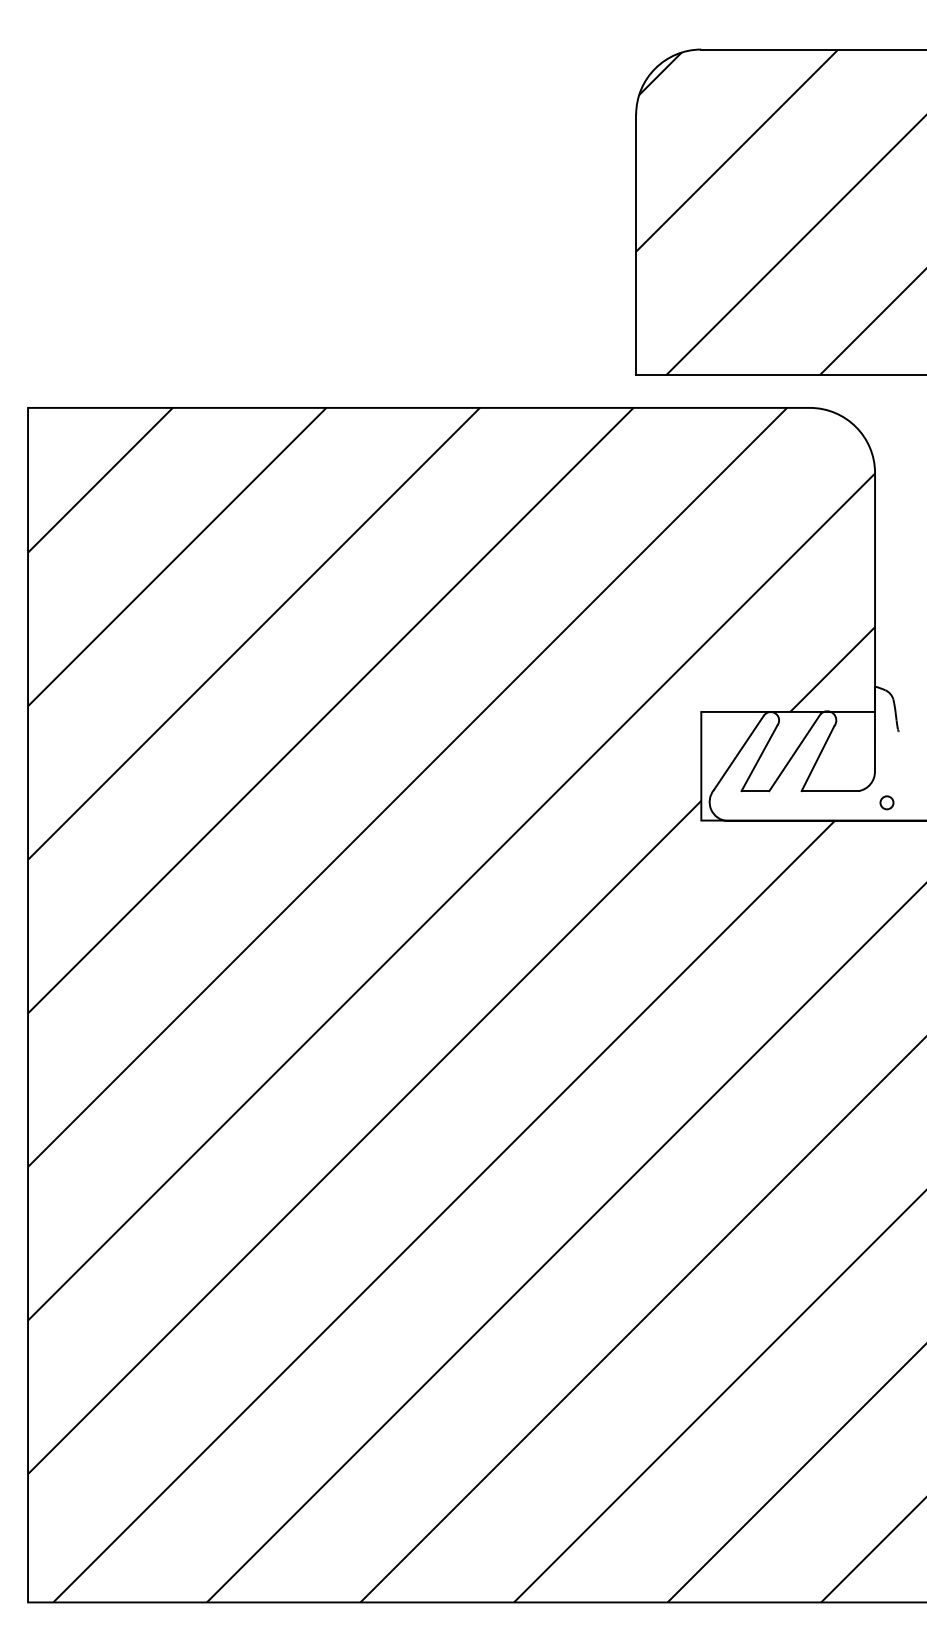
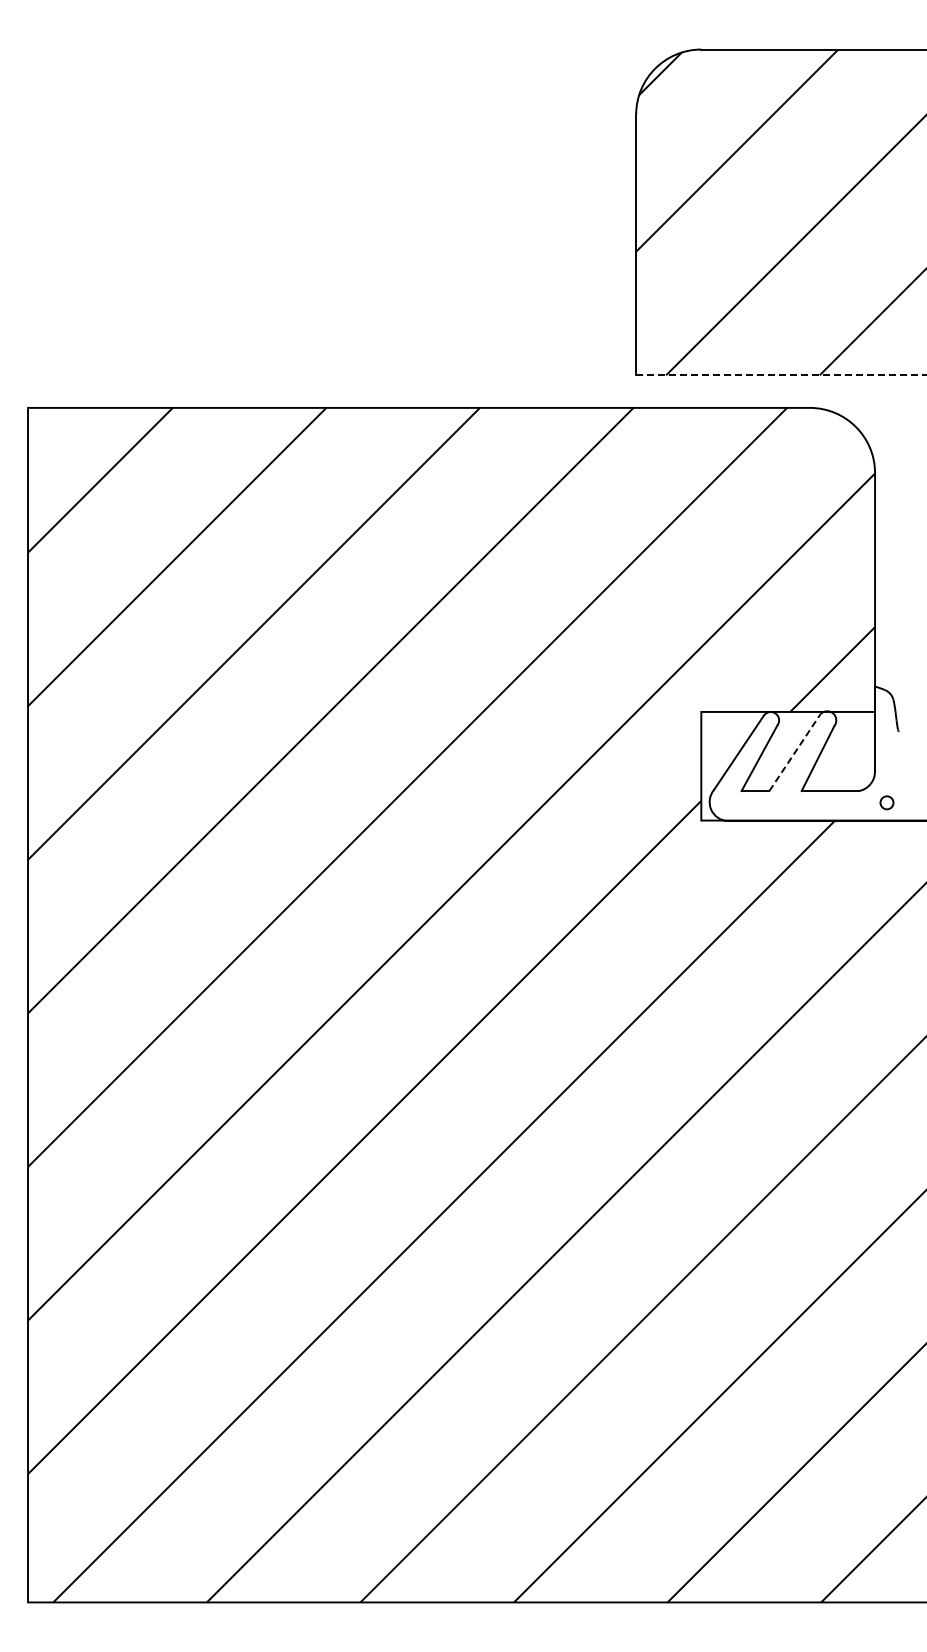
line at (780, 375): solid -> dashed
line at (795, 752): solid -> dashed
